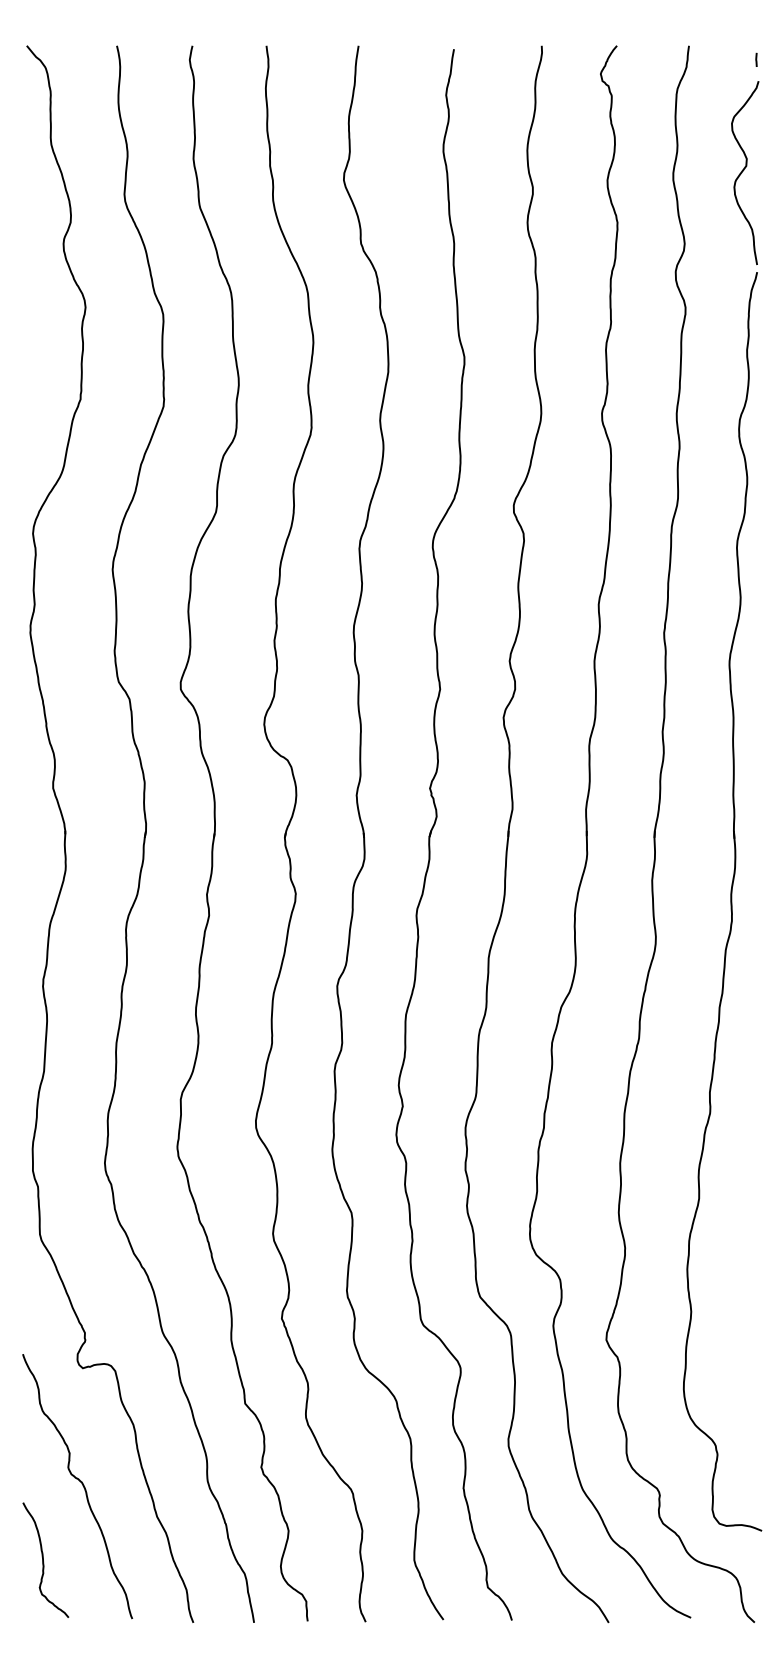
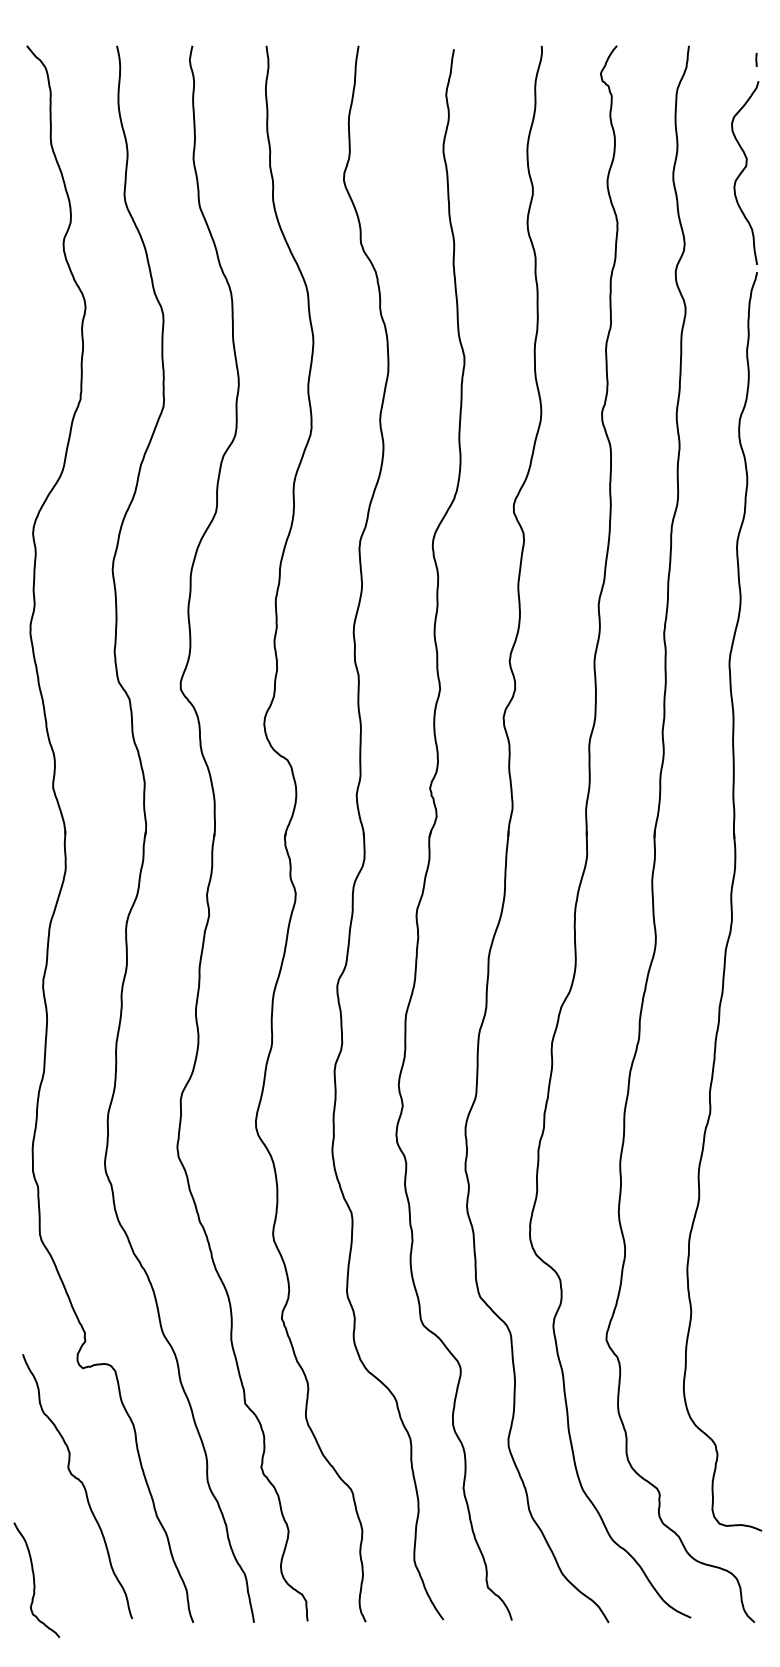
curve at (43, 1559) position: (43, 1559) -> (34, 1579)
